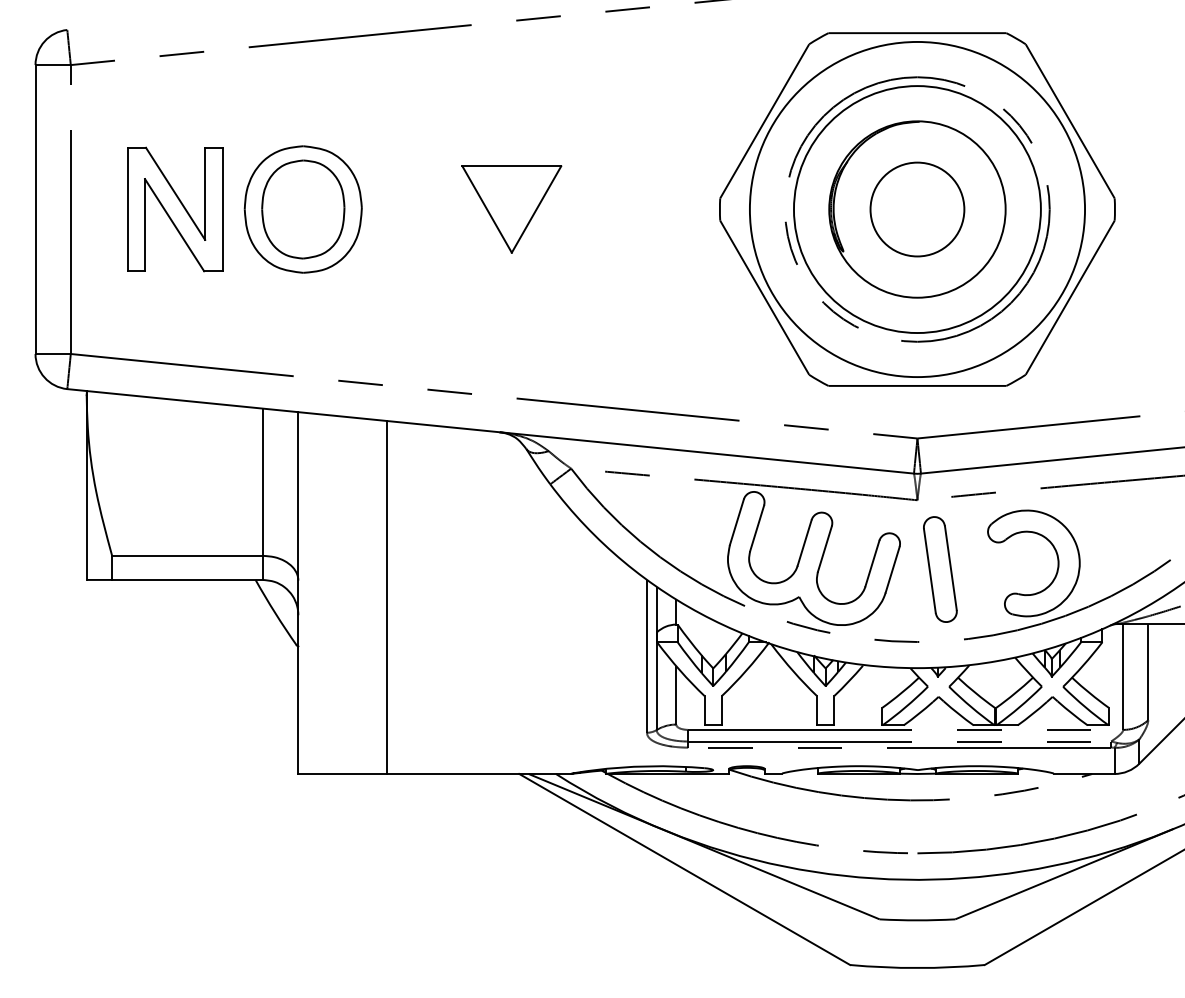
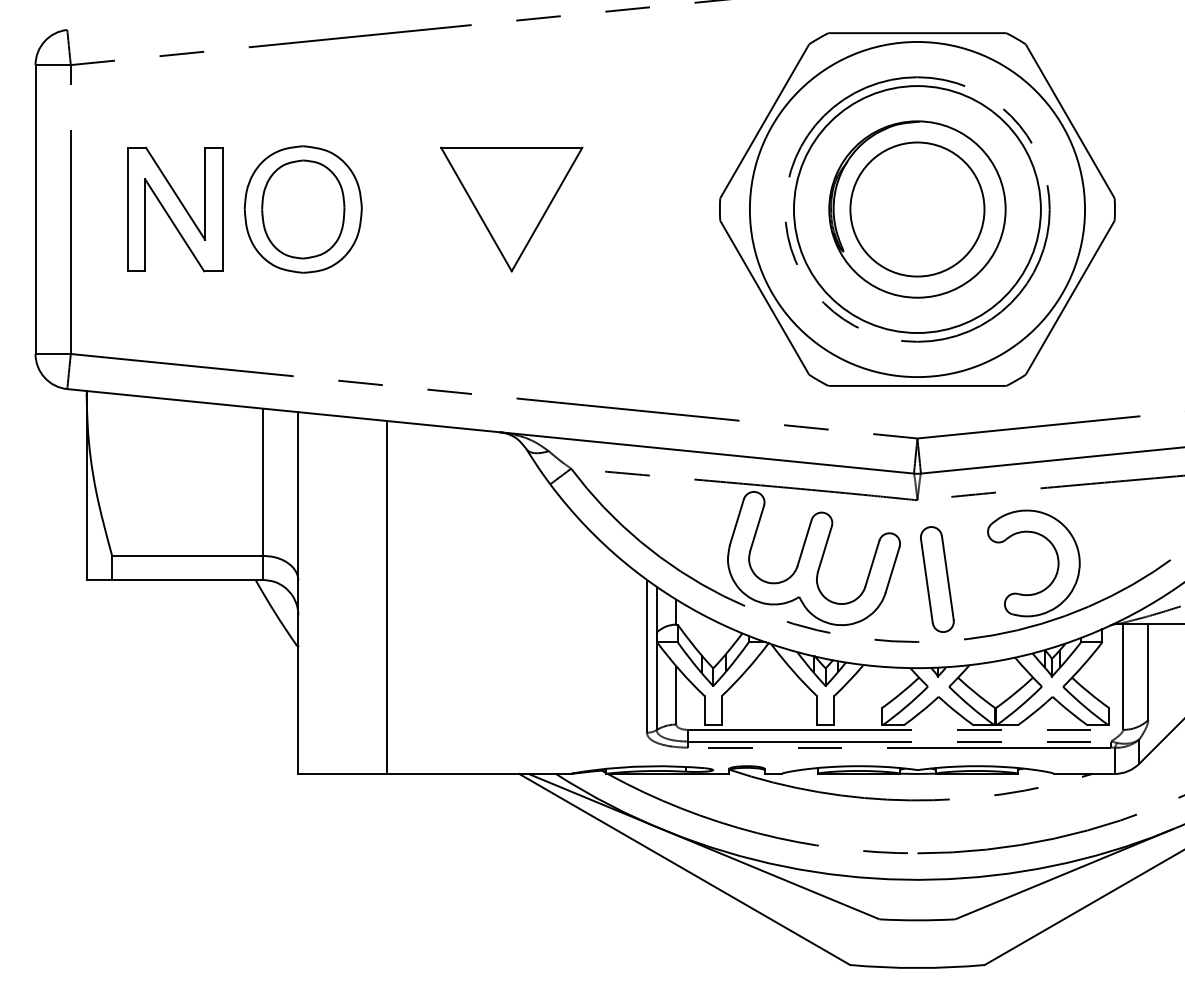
part at (511, 209) size: 102x89 px -> 144x127 px
circle at (917, 209) diameter: 94 px -> 134 px
part at (940, 569) position: (940, 569) -> (937, 579)
